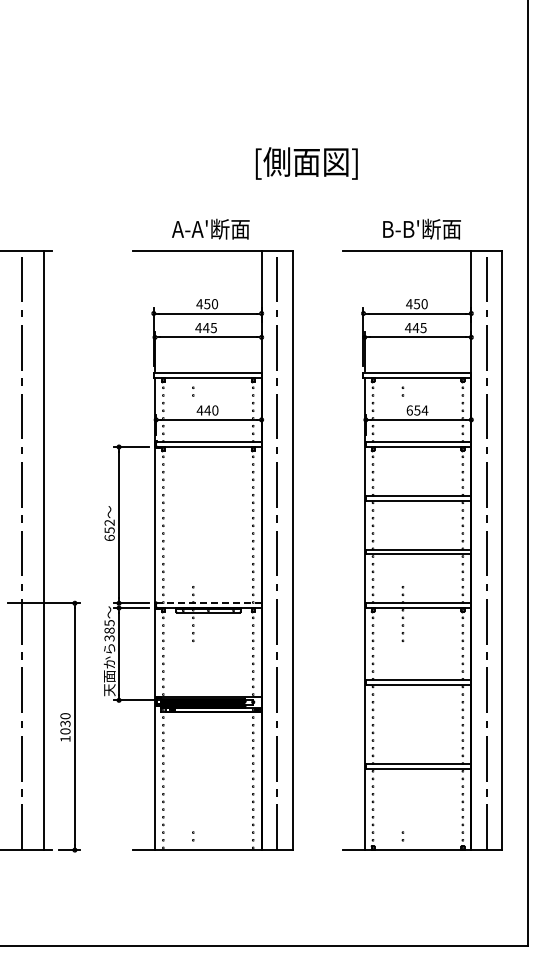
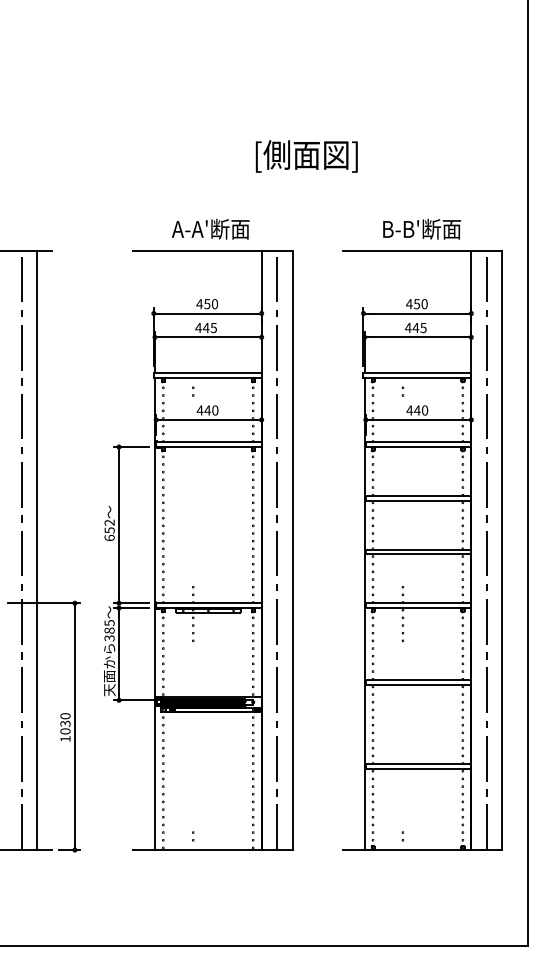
text at (306, 163) position: (306, 163) -> (306, 156)
text at (417, 410): 654 -> 440
line at (44, 550) position: (44, 550) -> (37, 550)
line at (208, 603): dashed -> solid
